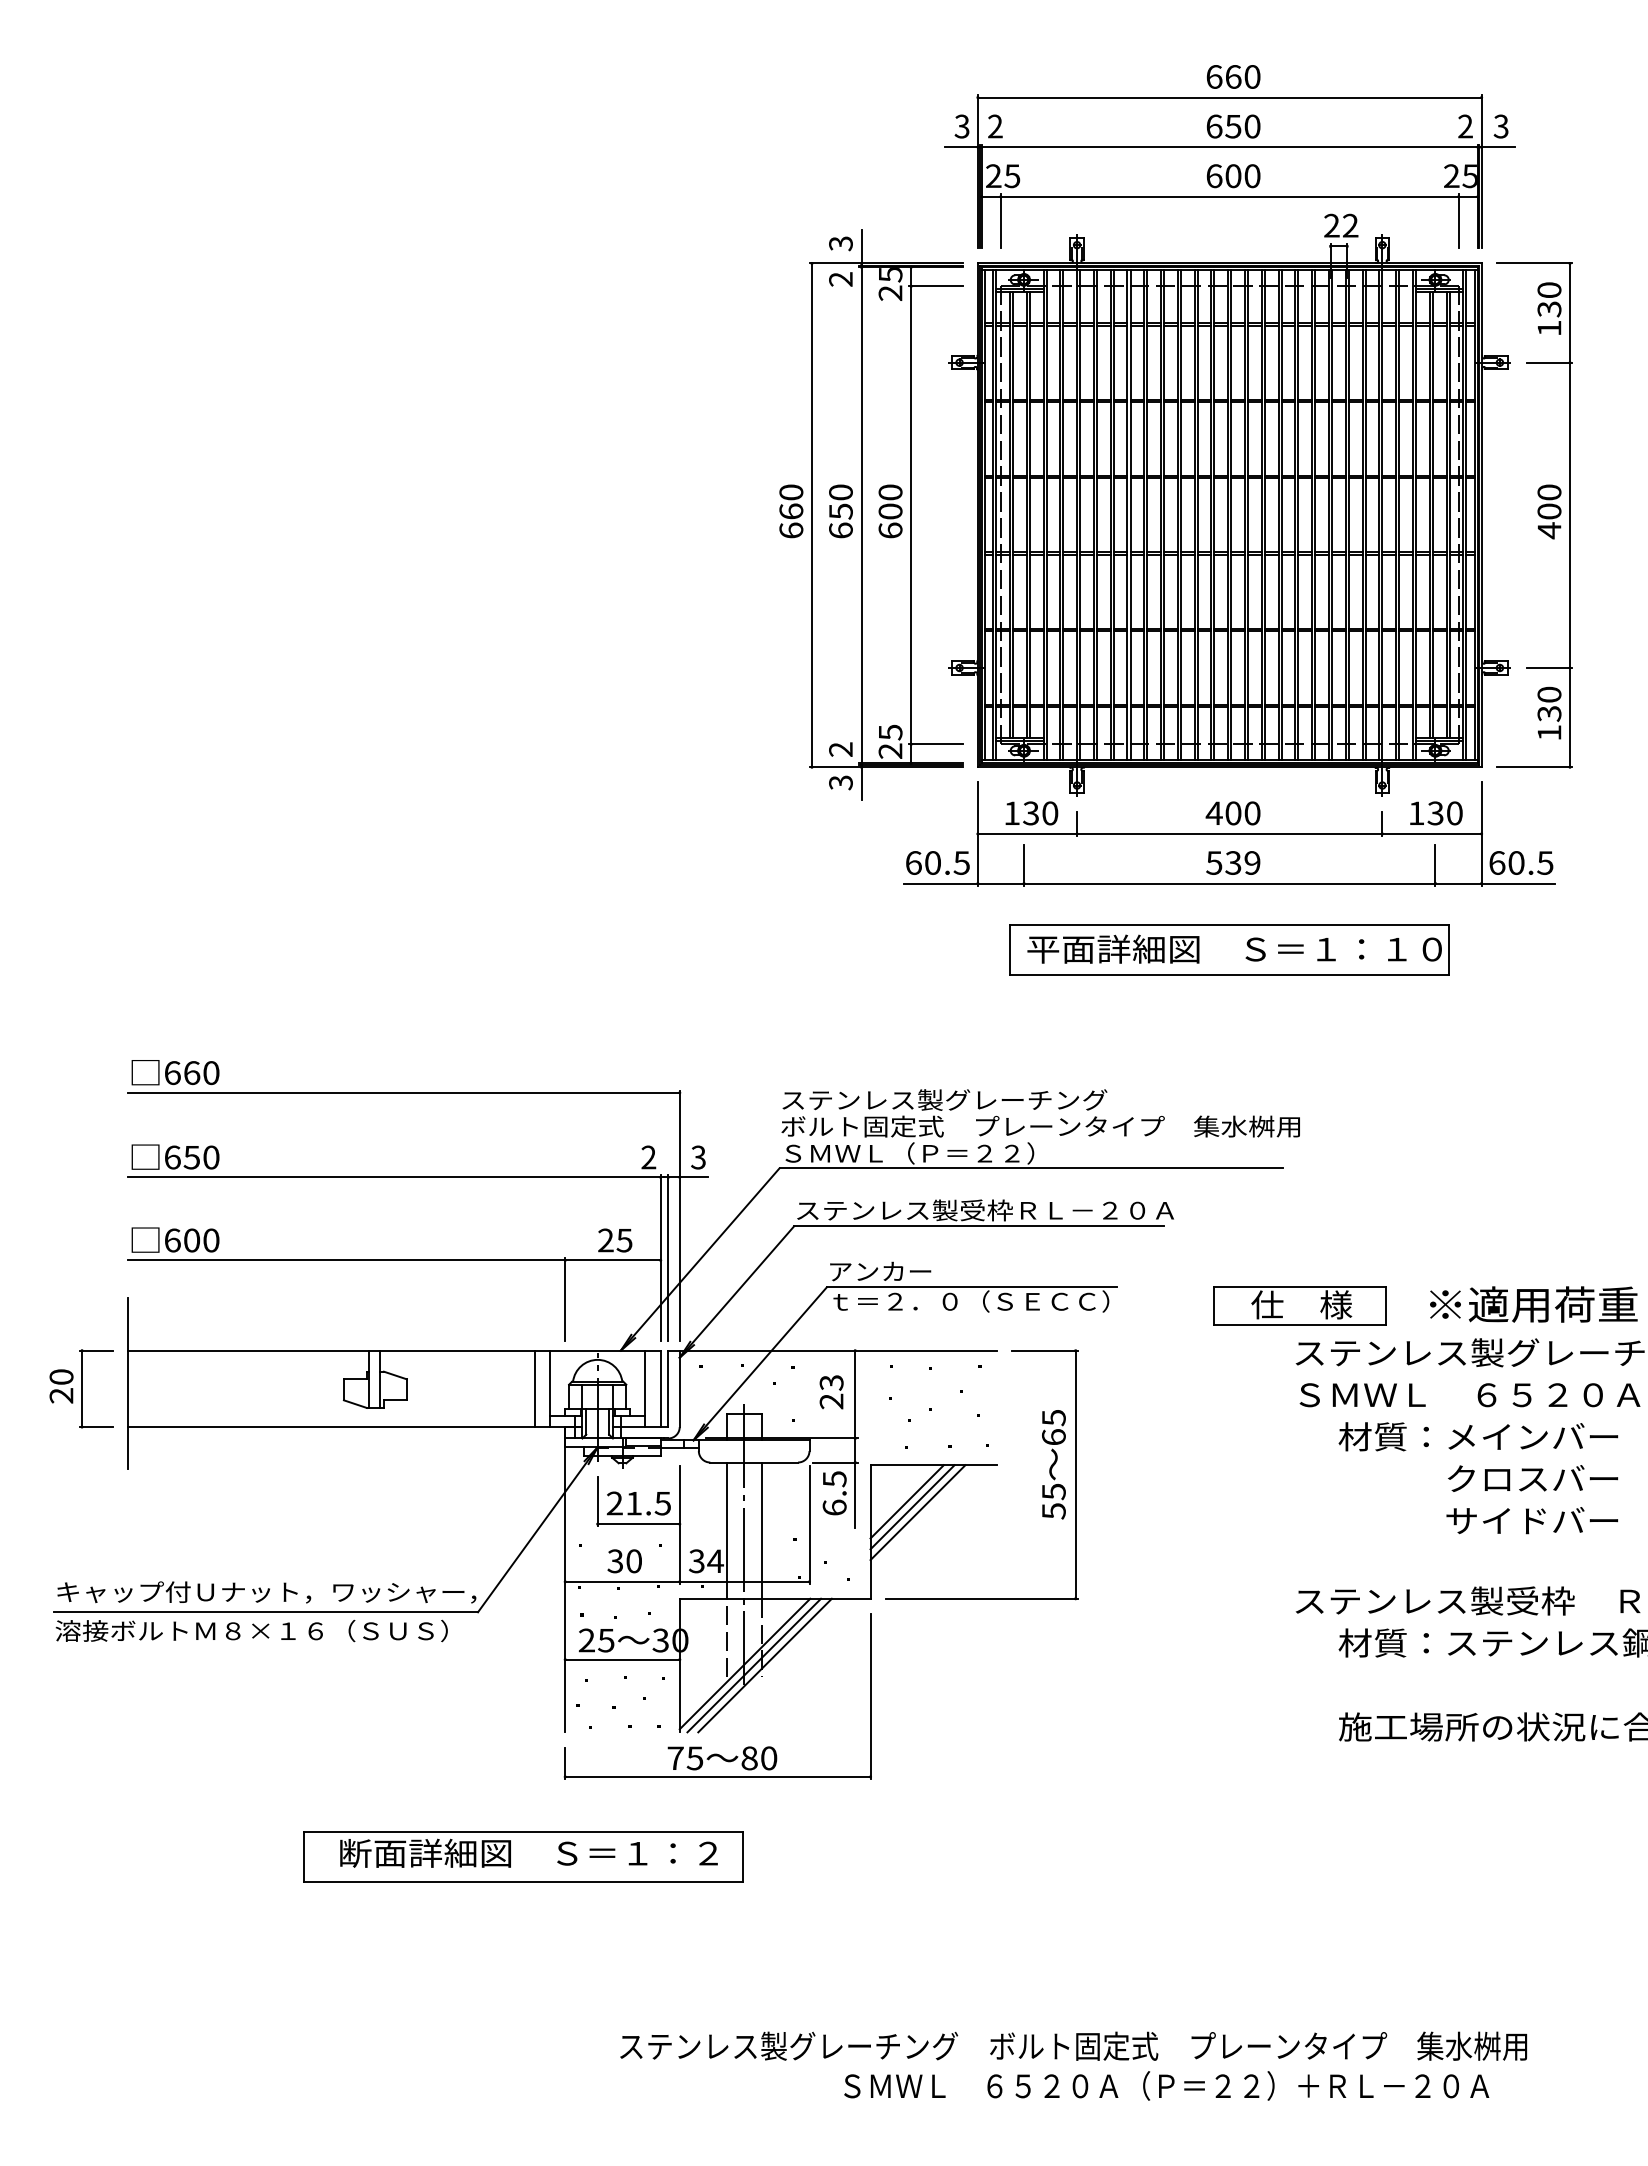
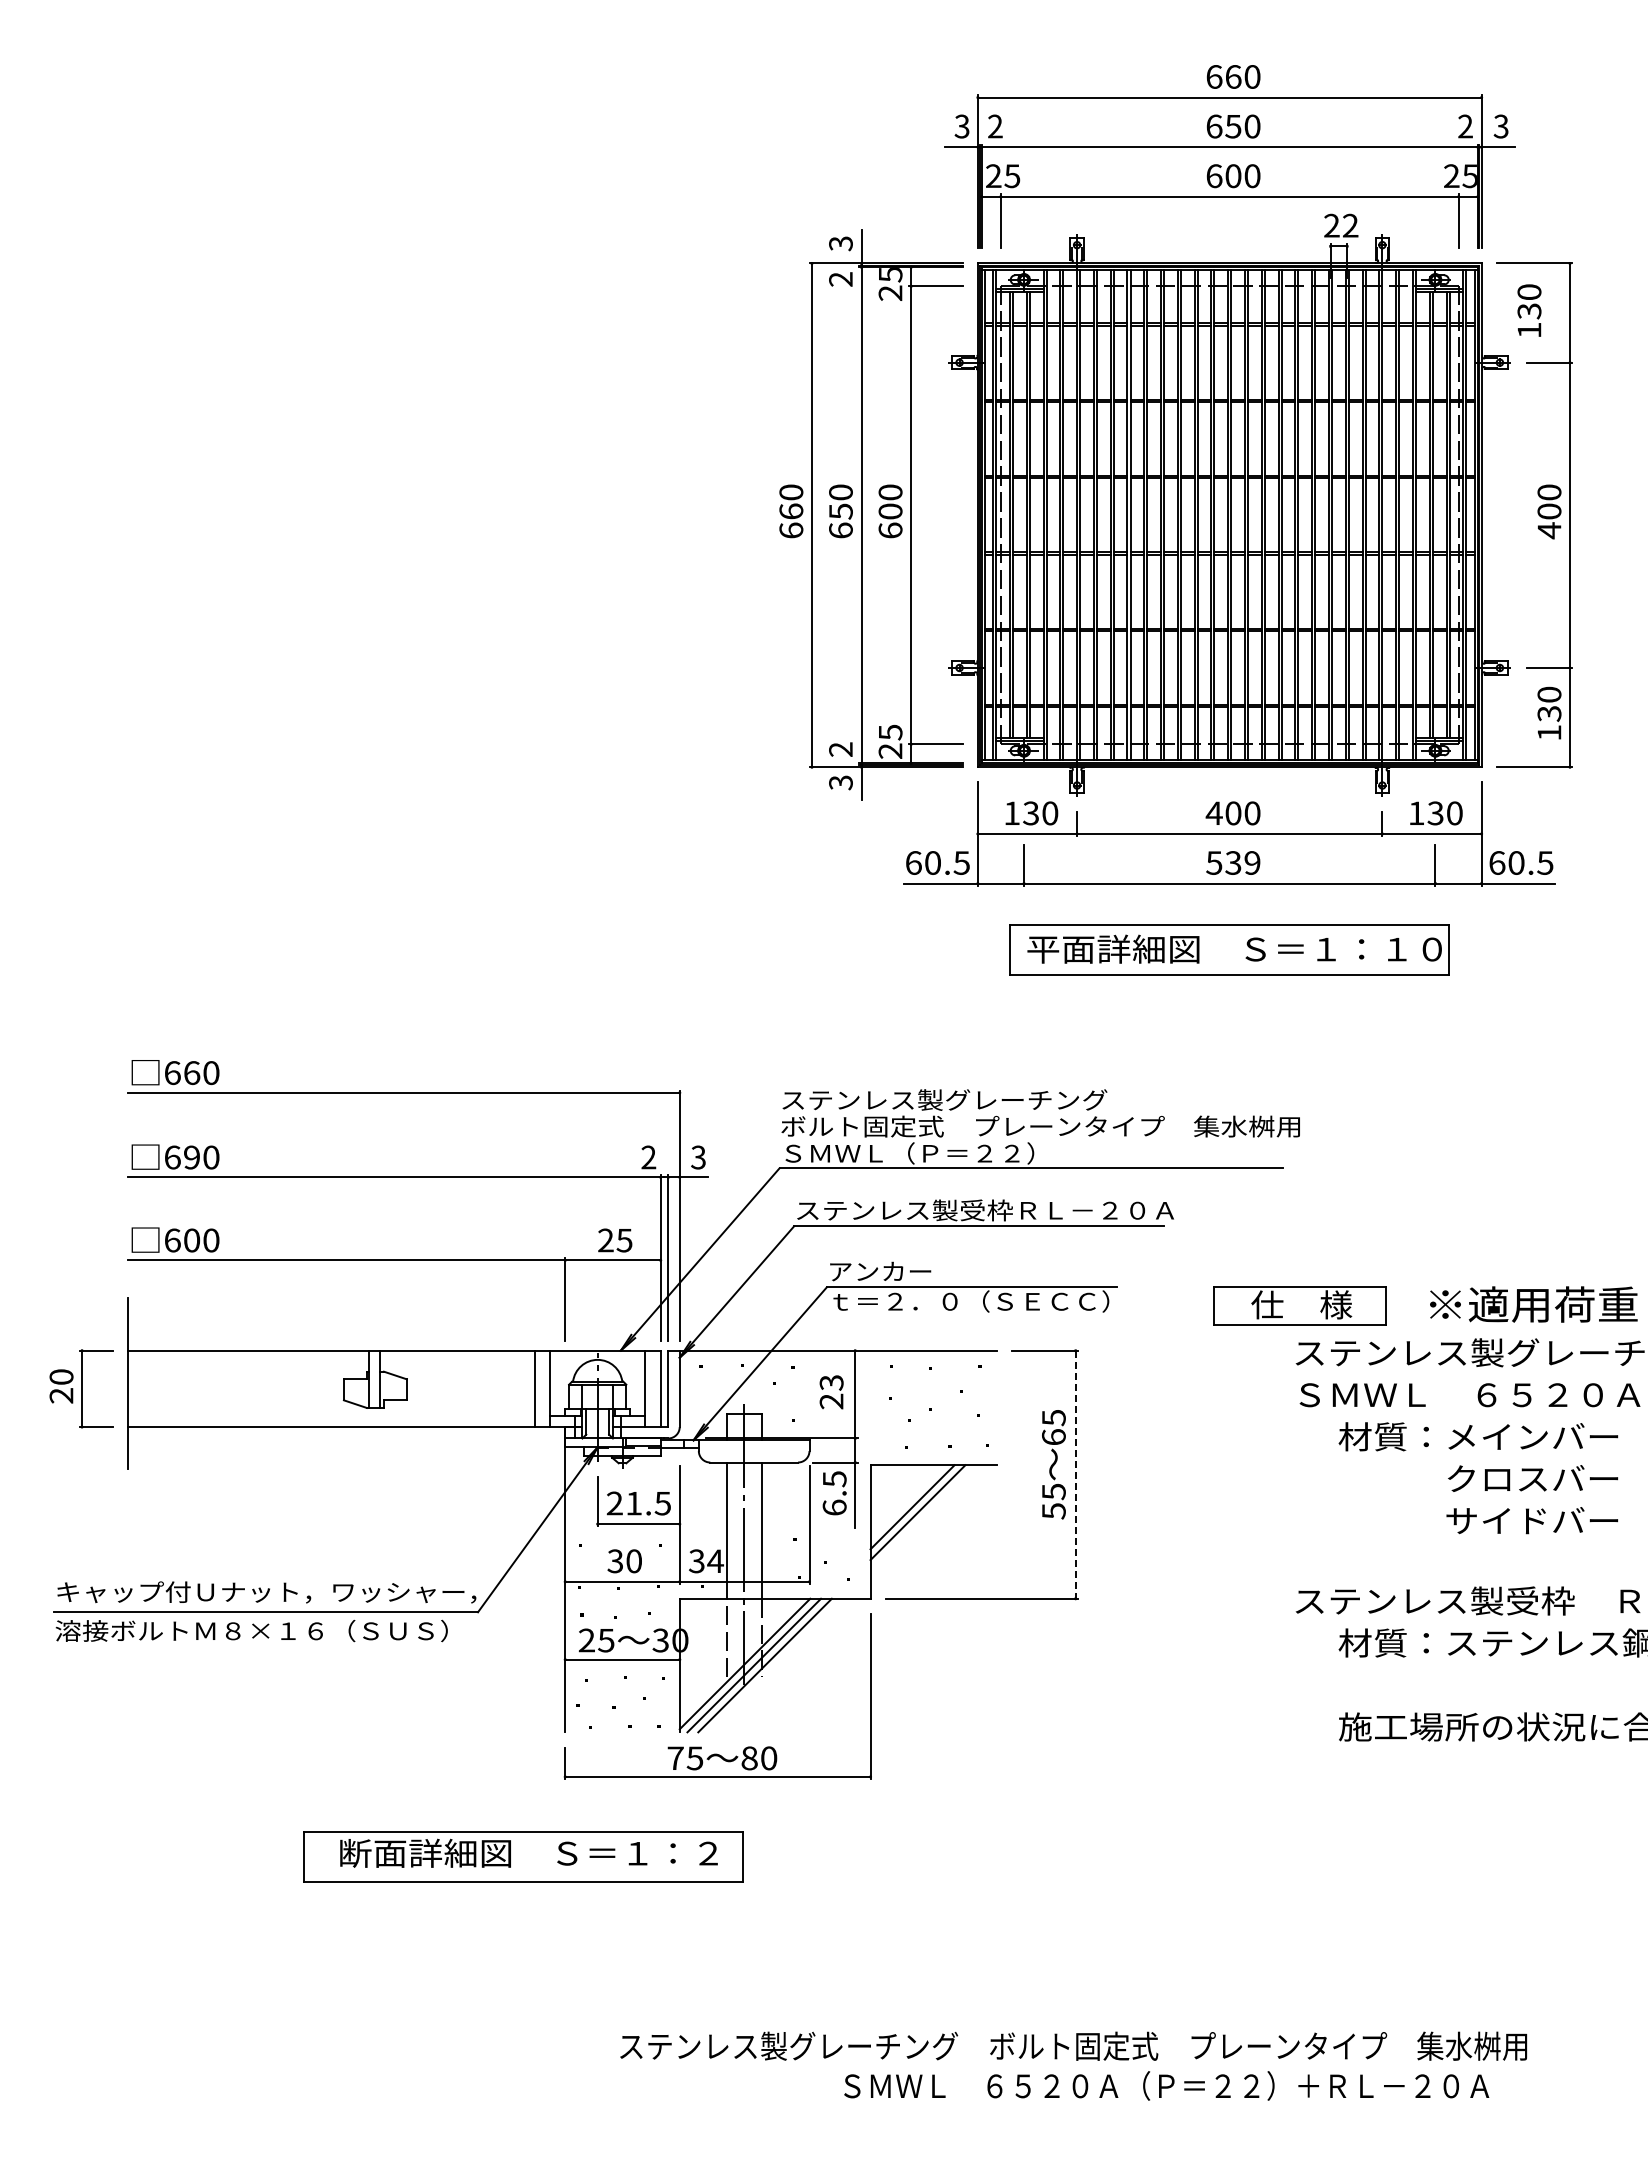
text at (1549, 308) position: (1549, 308) -> (1529, 310)
text at (191, 1157): 650 -> 690
line at (1075, 1475): solid -> dashed
line at (906, 1501): present -> none
